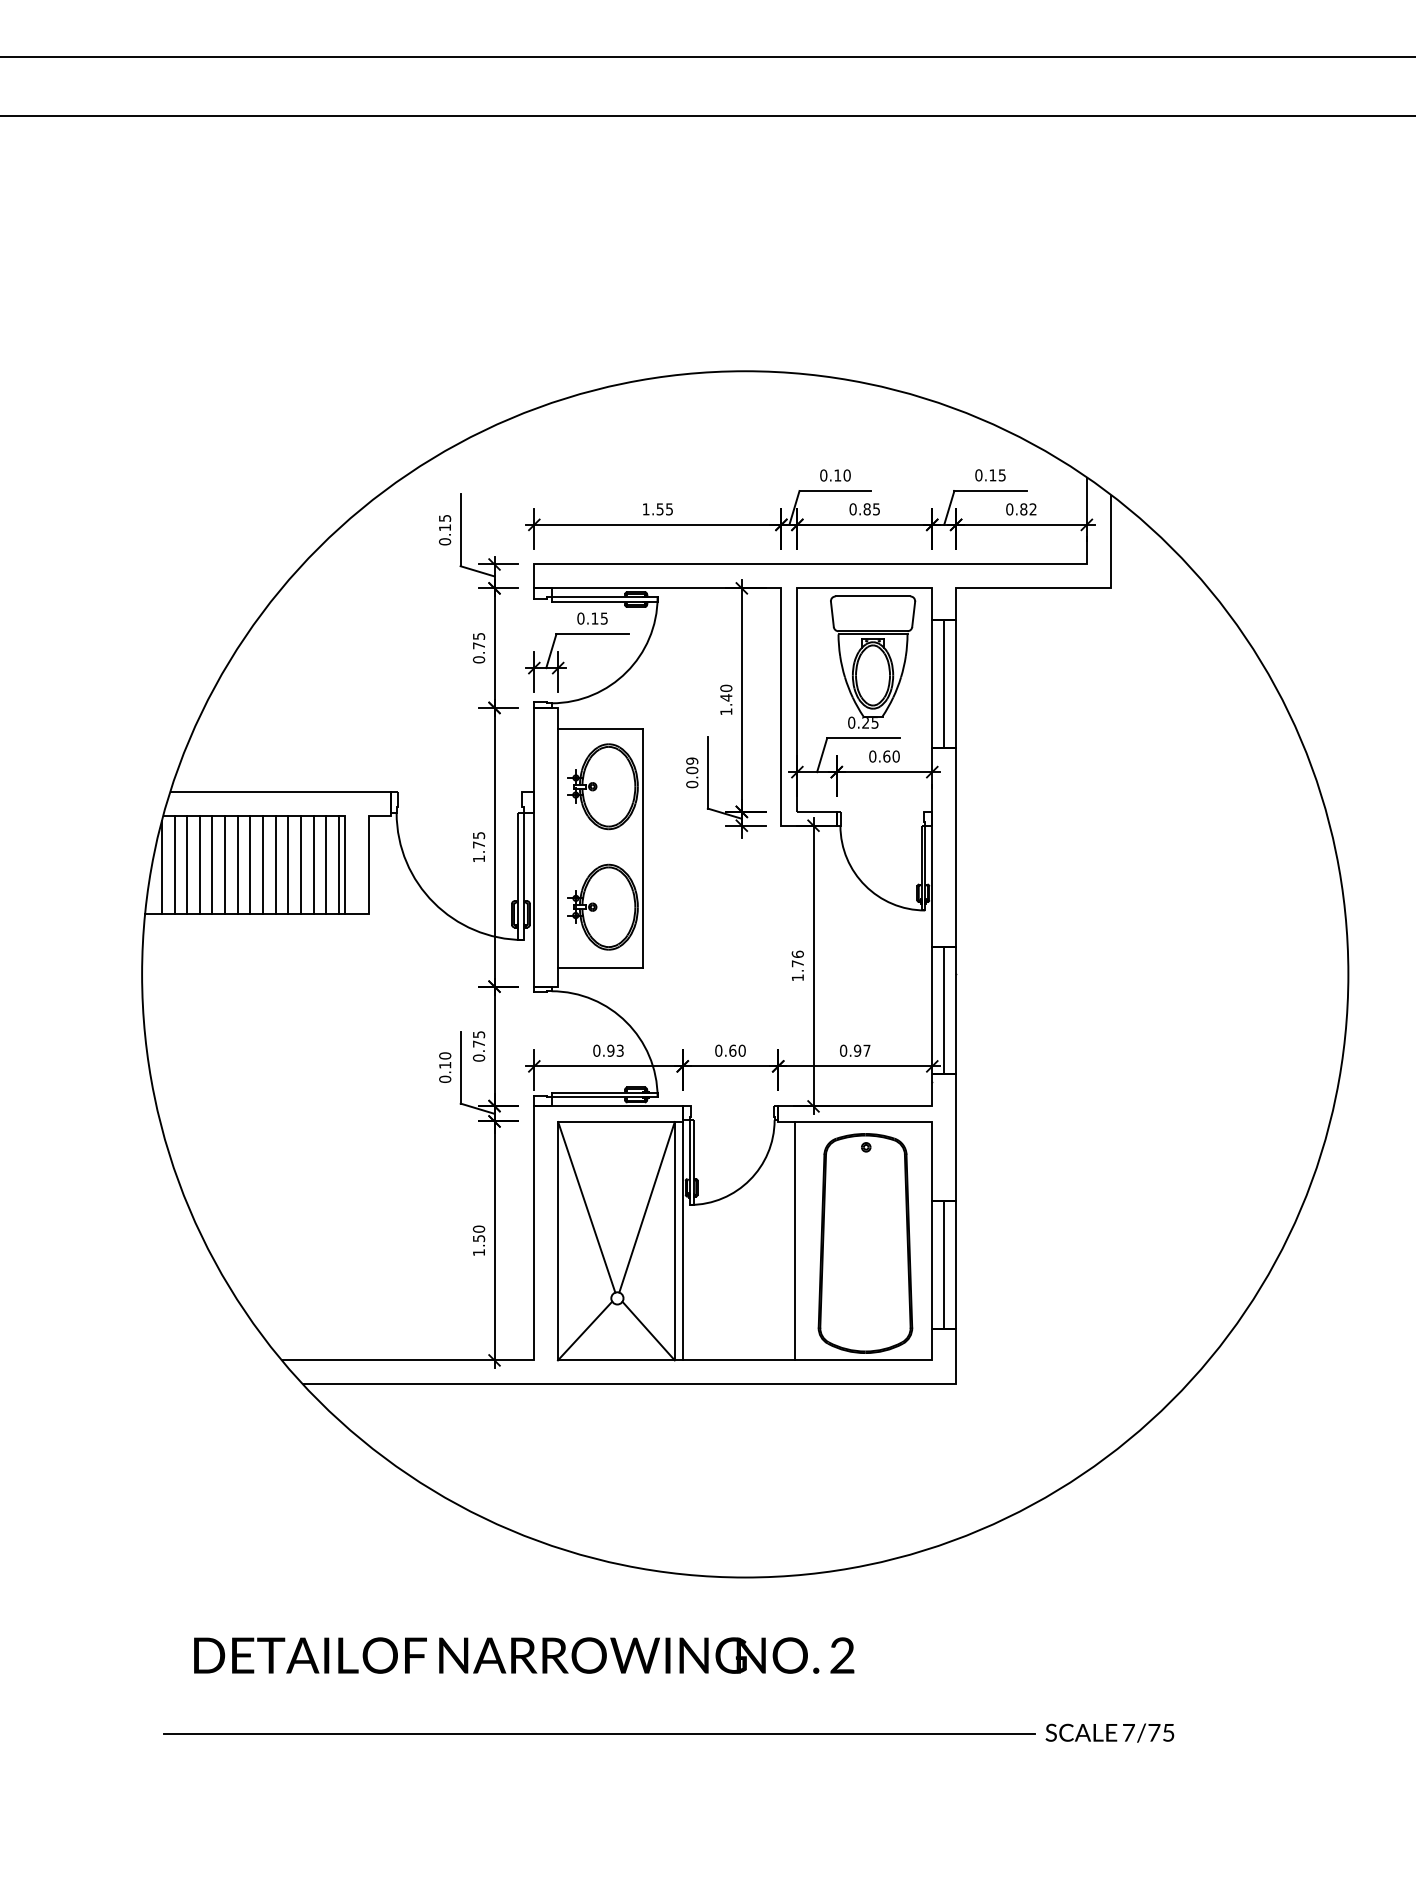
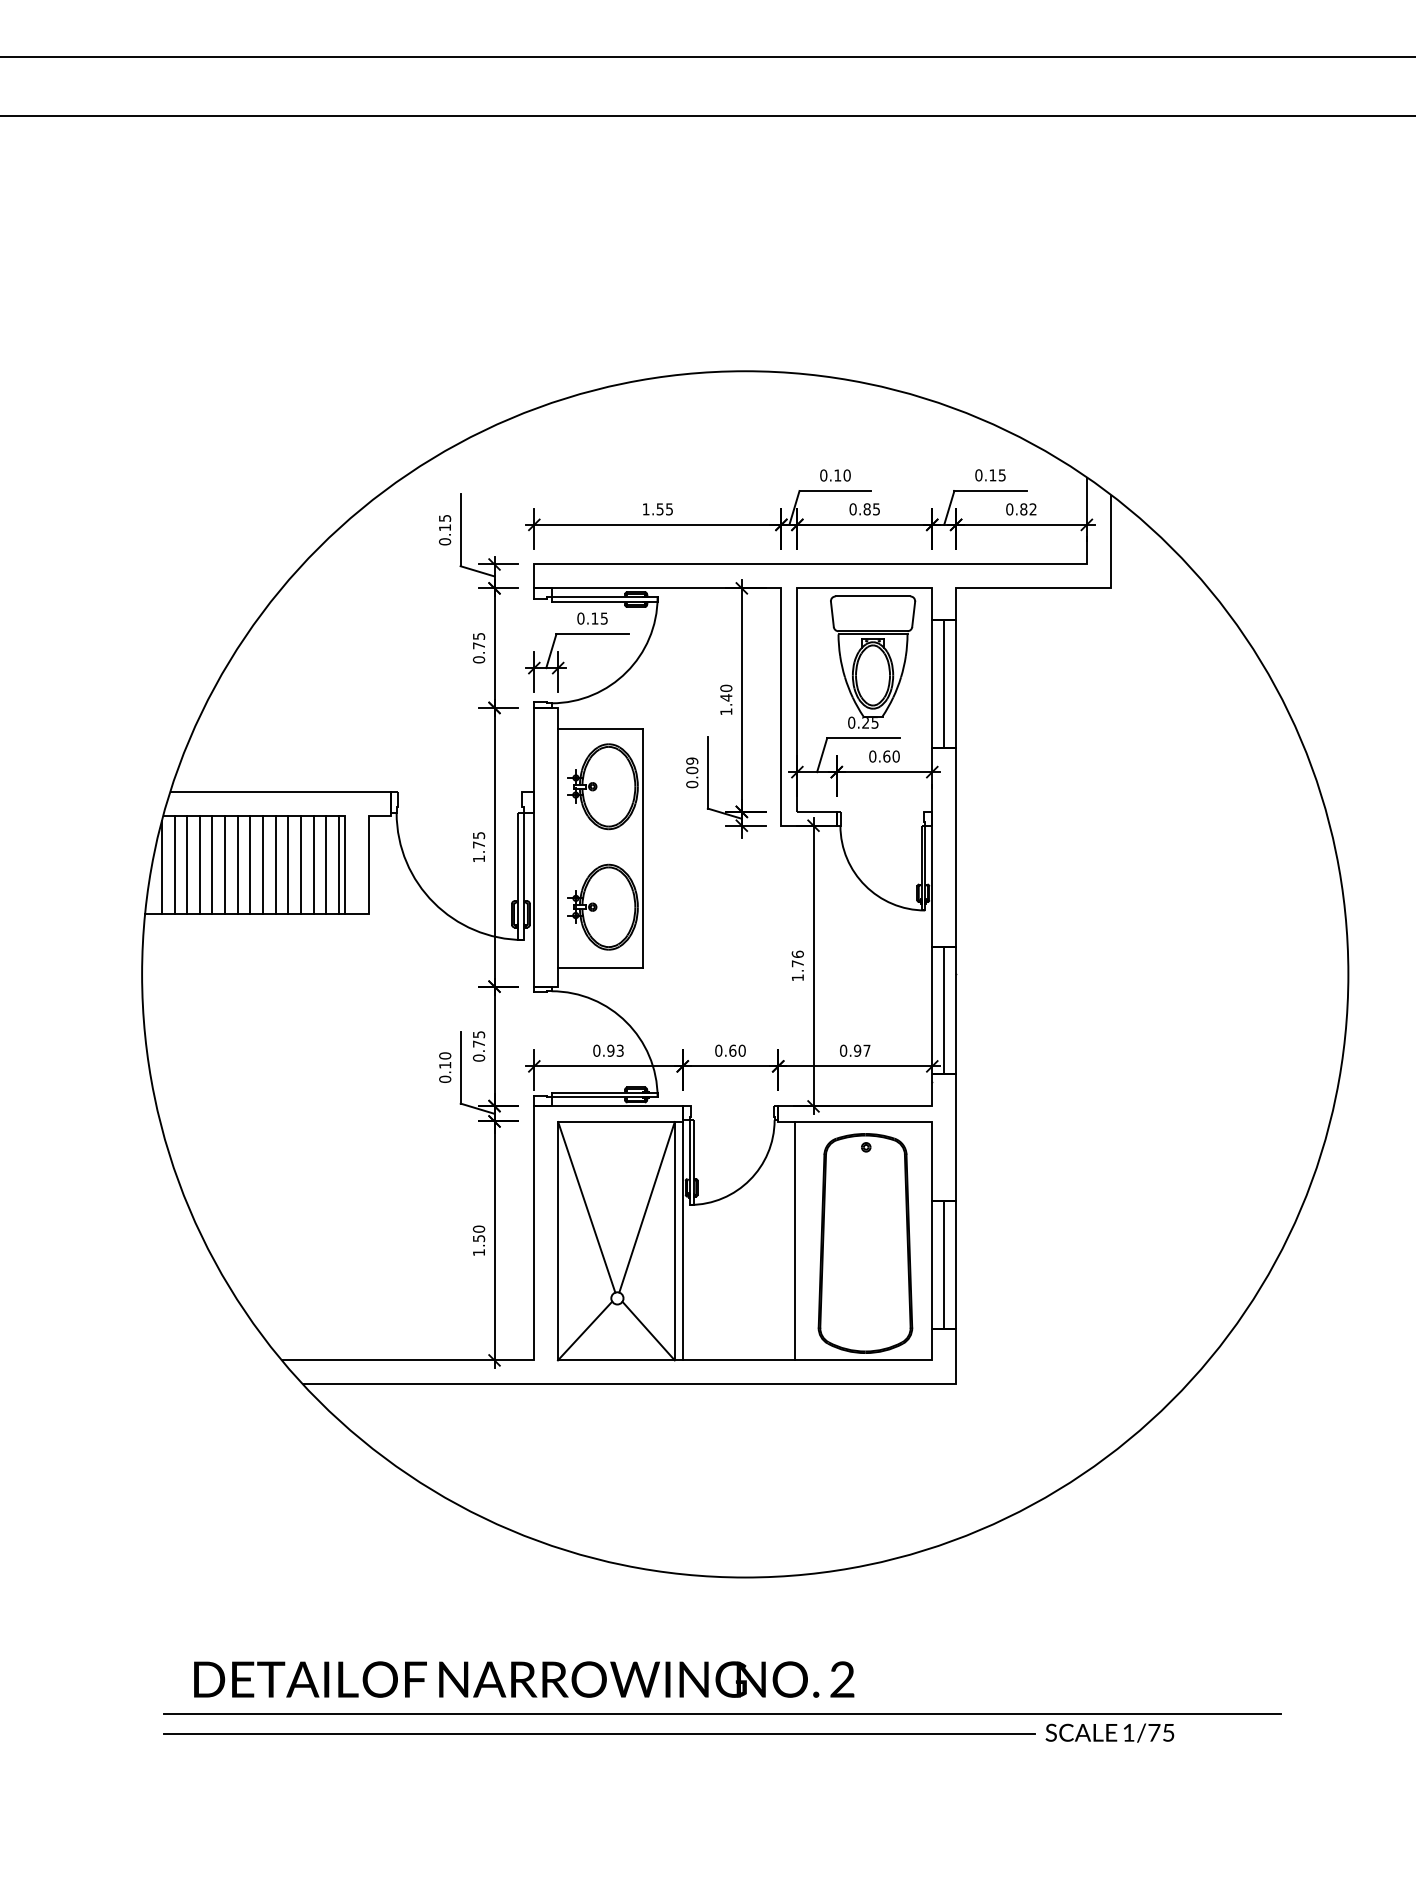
text at (524, 1655) position: (524, 1655) -> (524, 1679)
line at (722, 1713): none -> present
text at (1128, 1732): 7/75 -> 1/75
